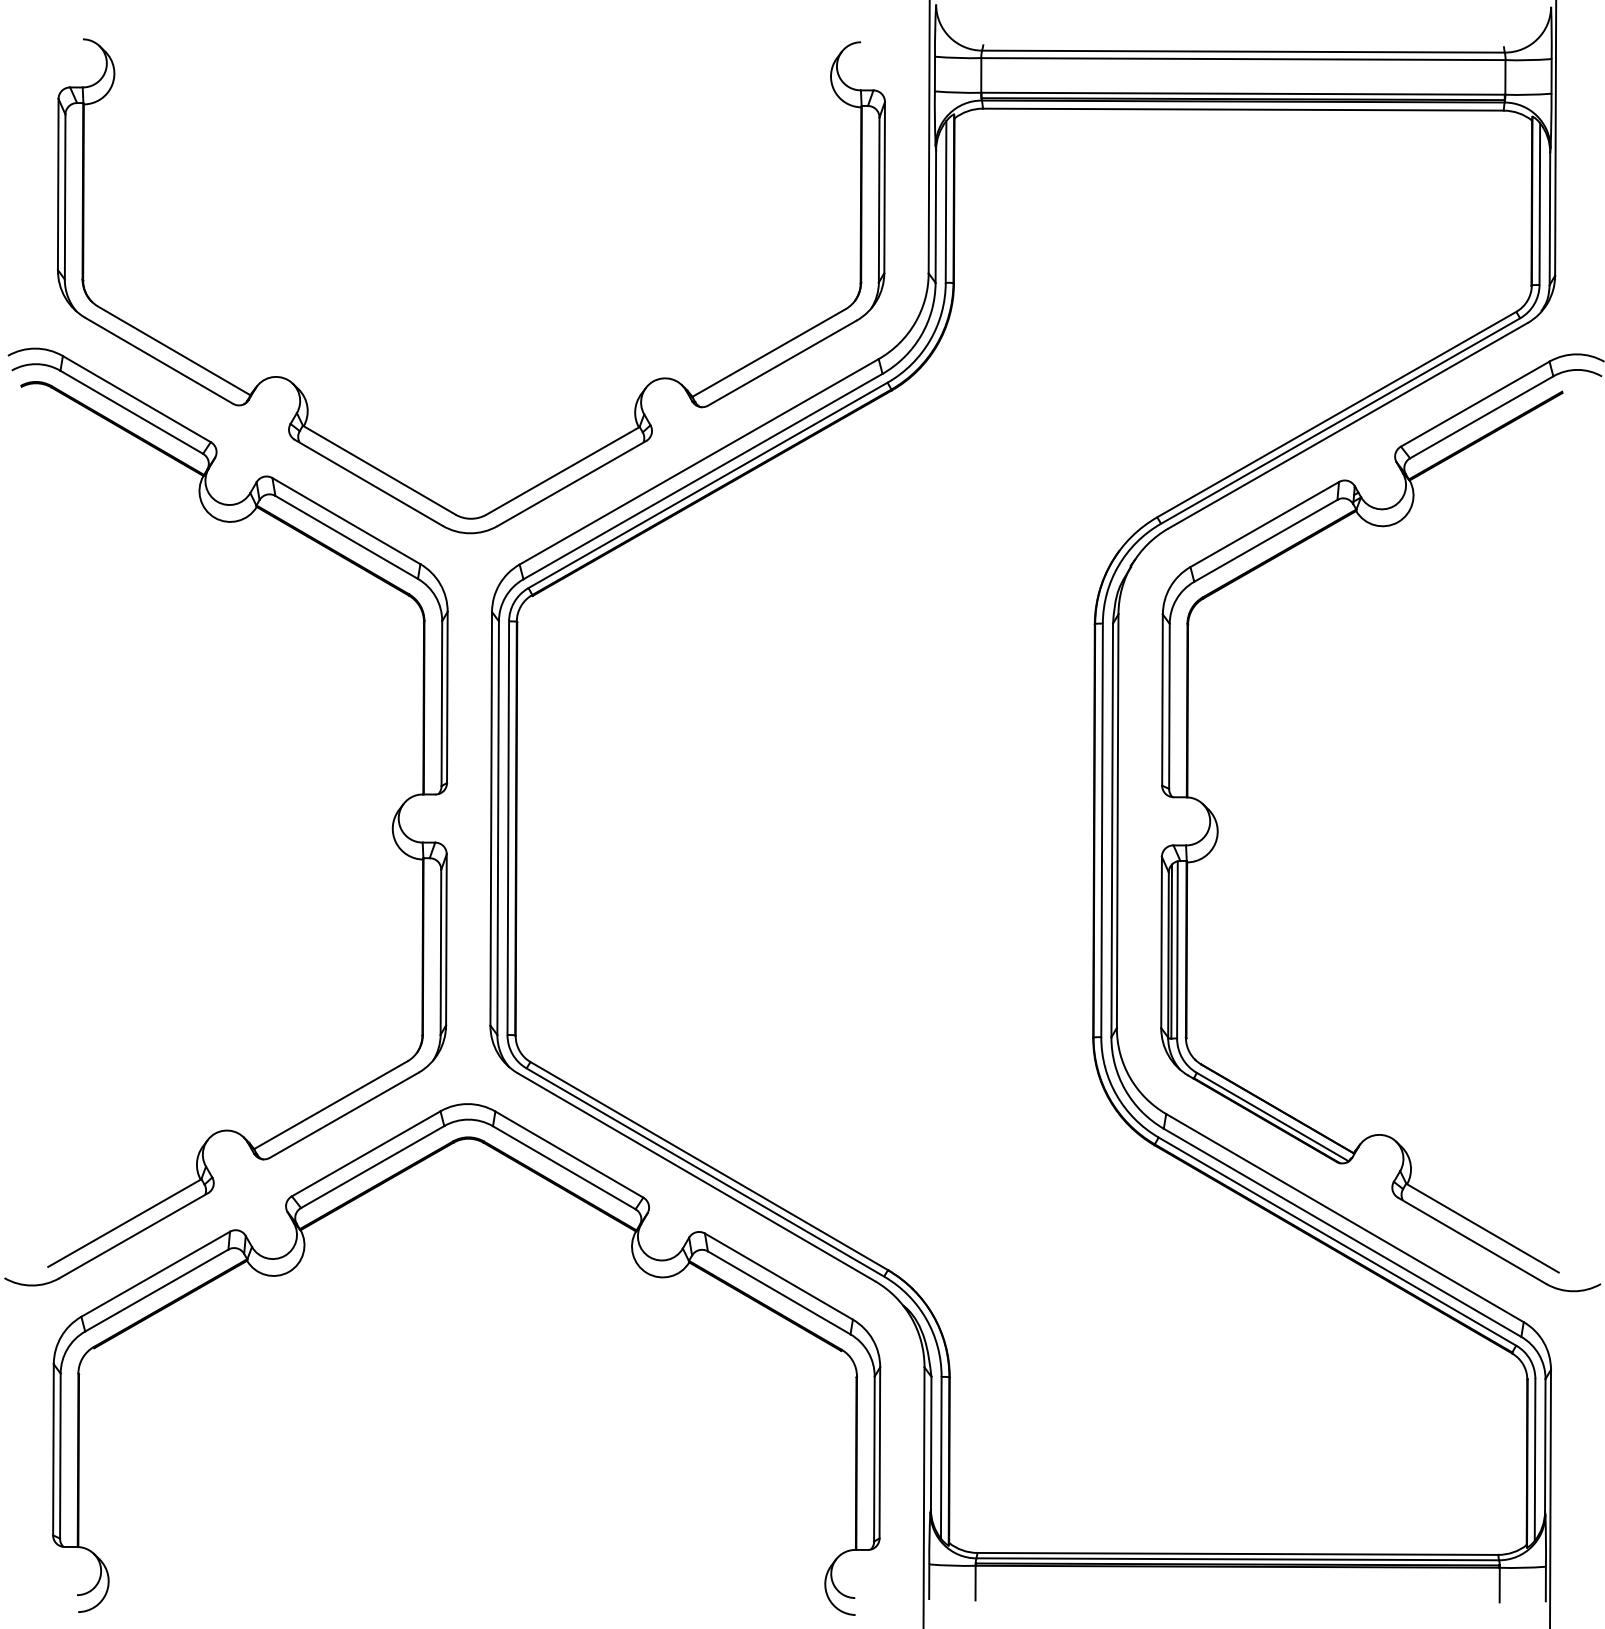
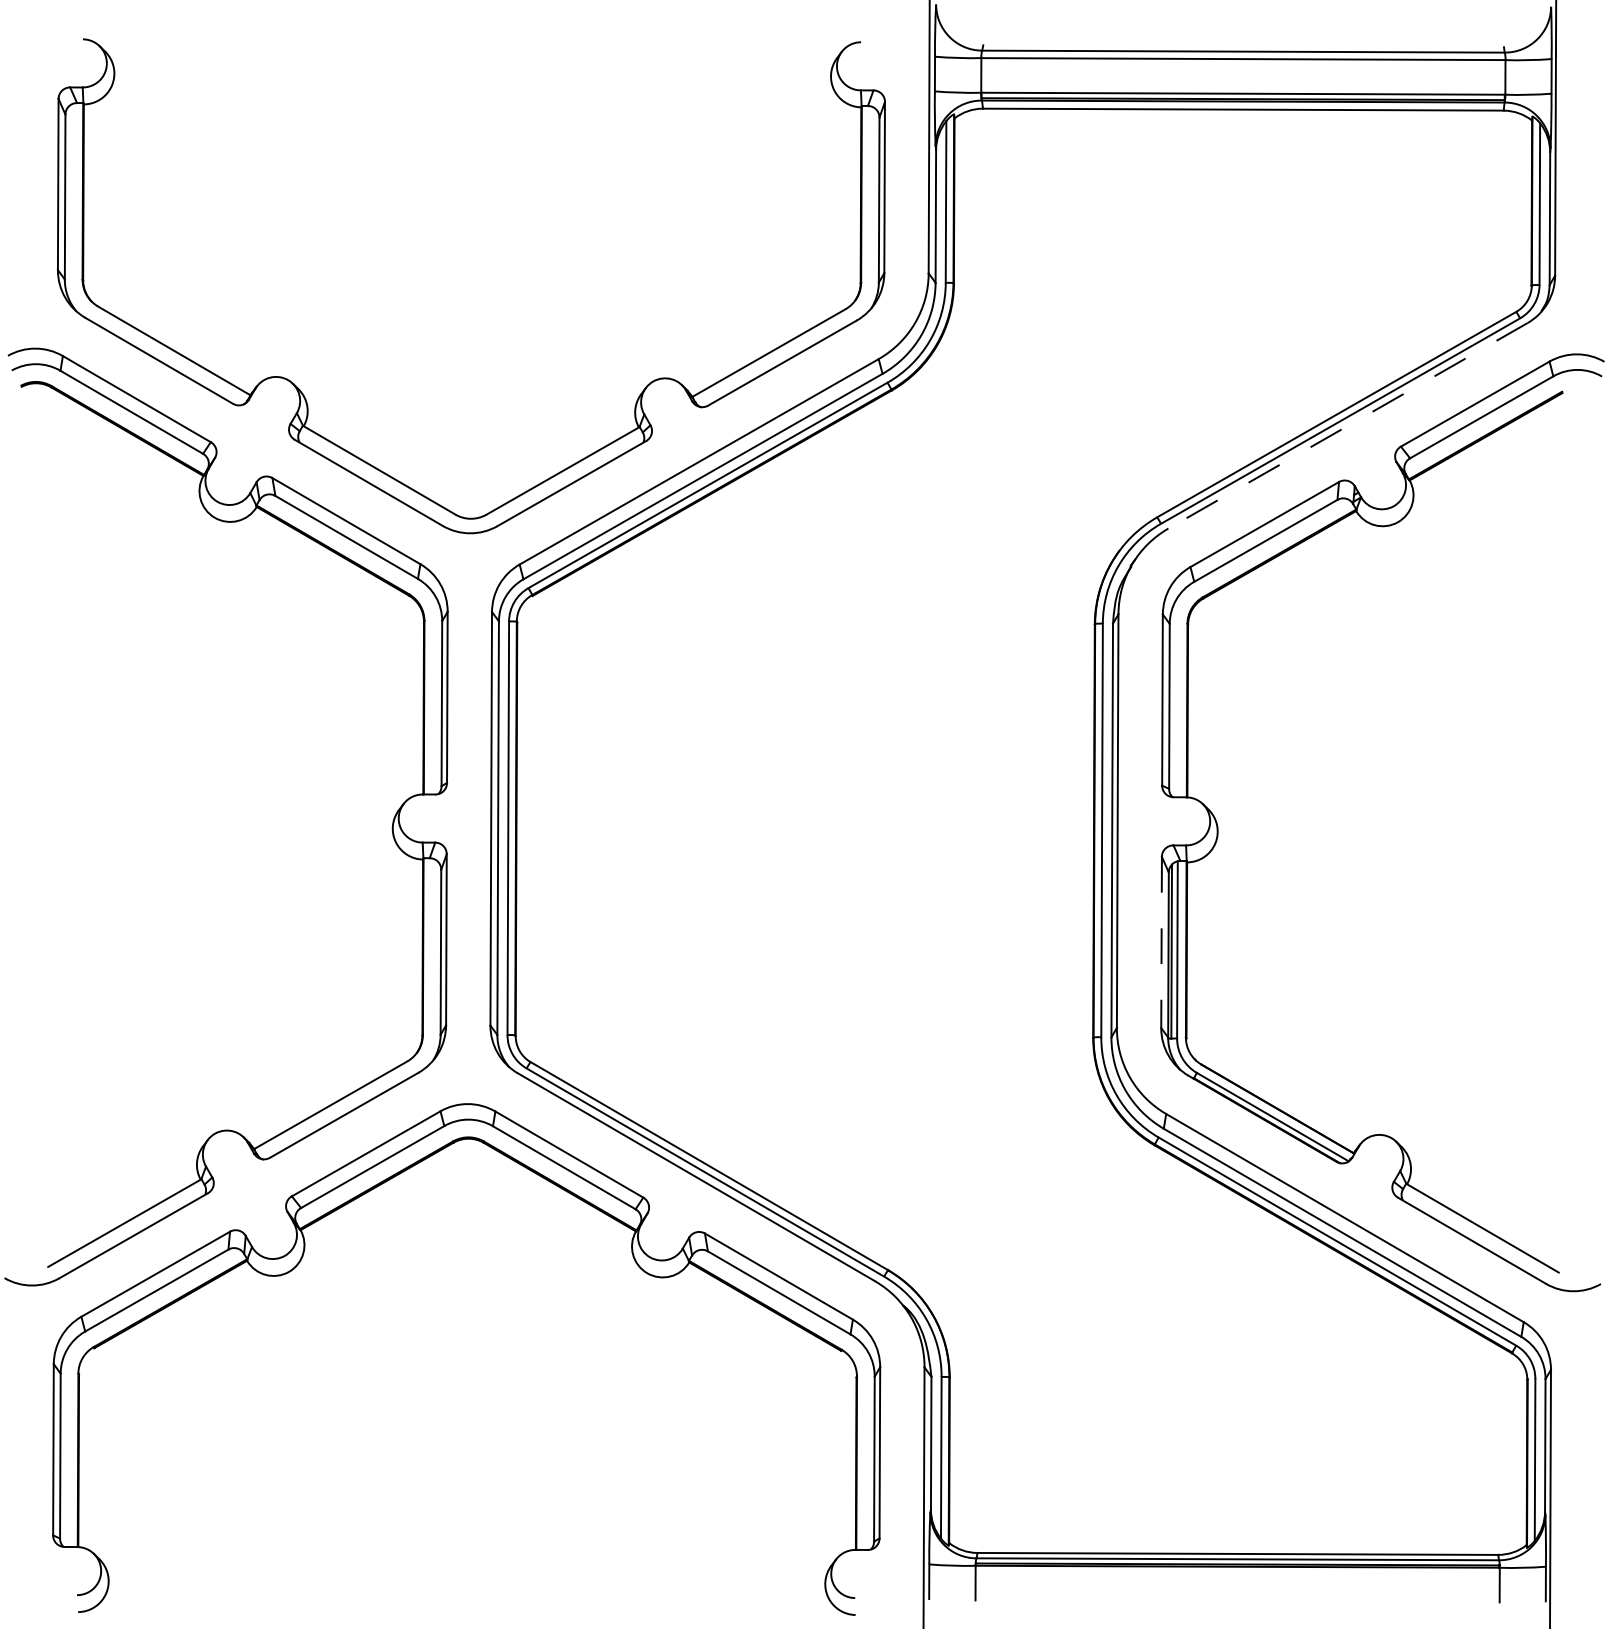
line at (1347, 425): solid -> dashed
line at (1161, 942): solid -> dashed
